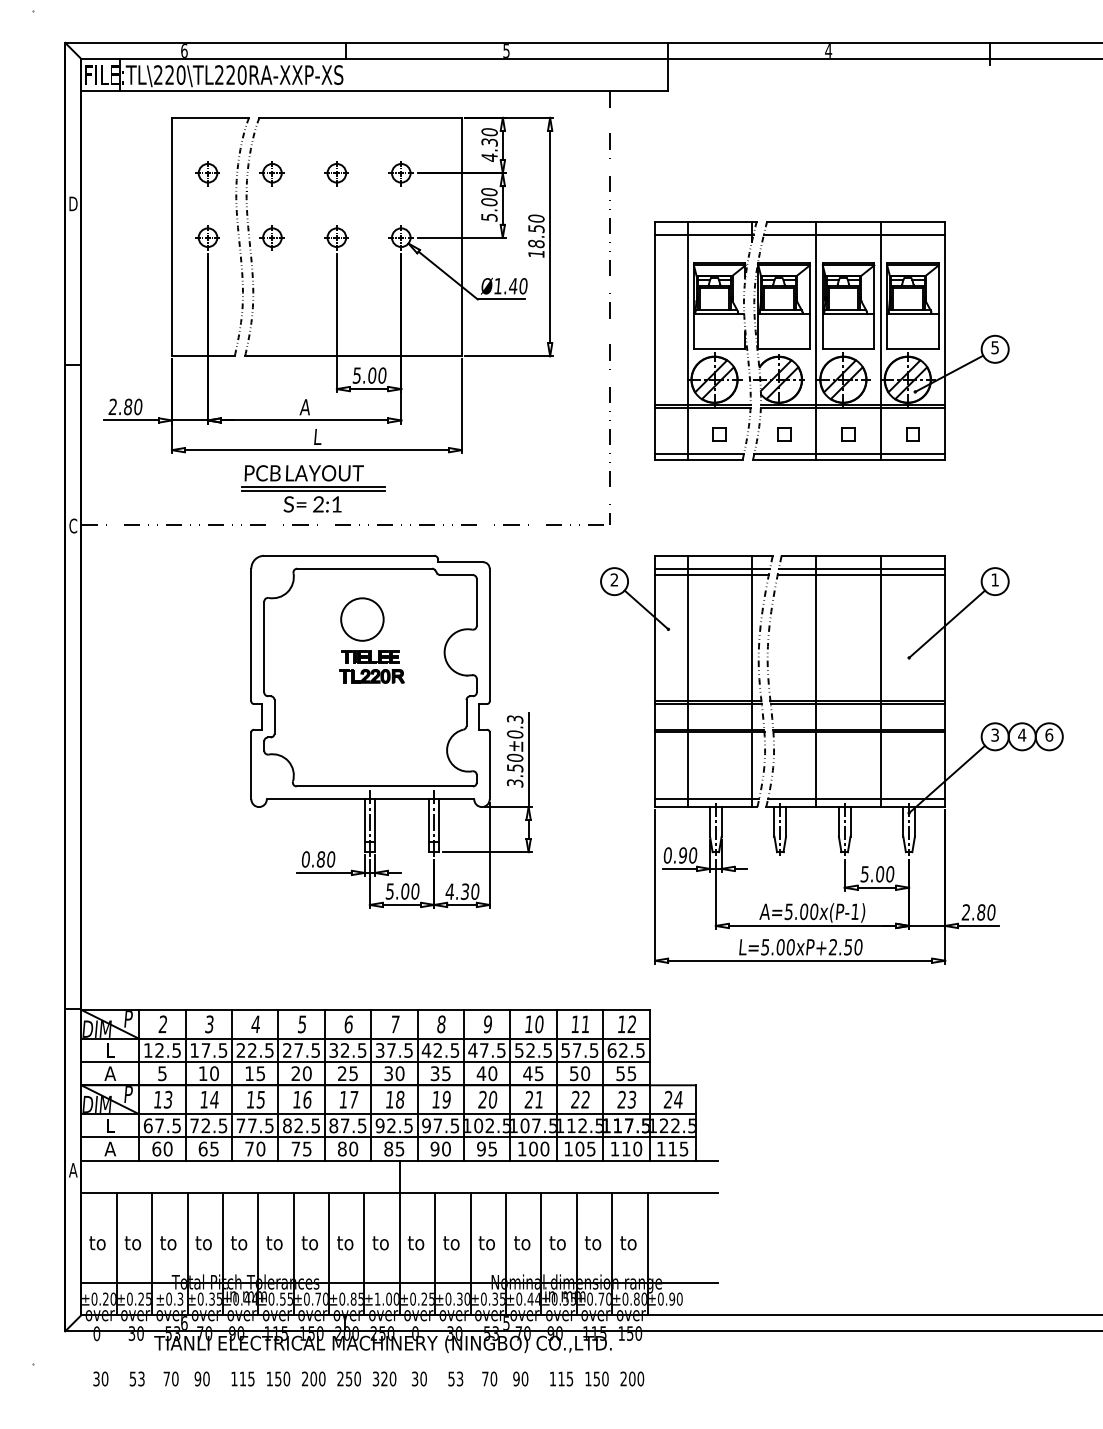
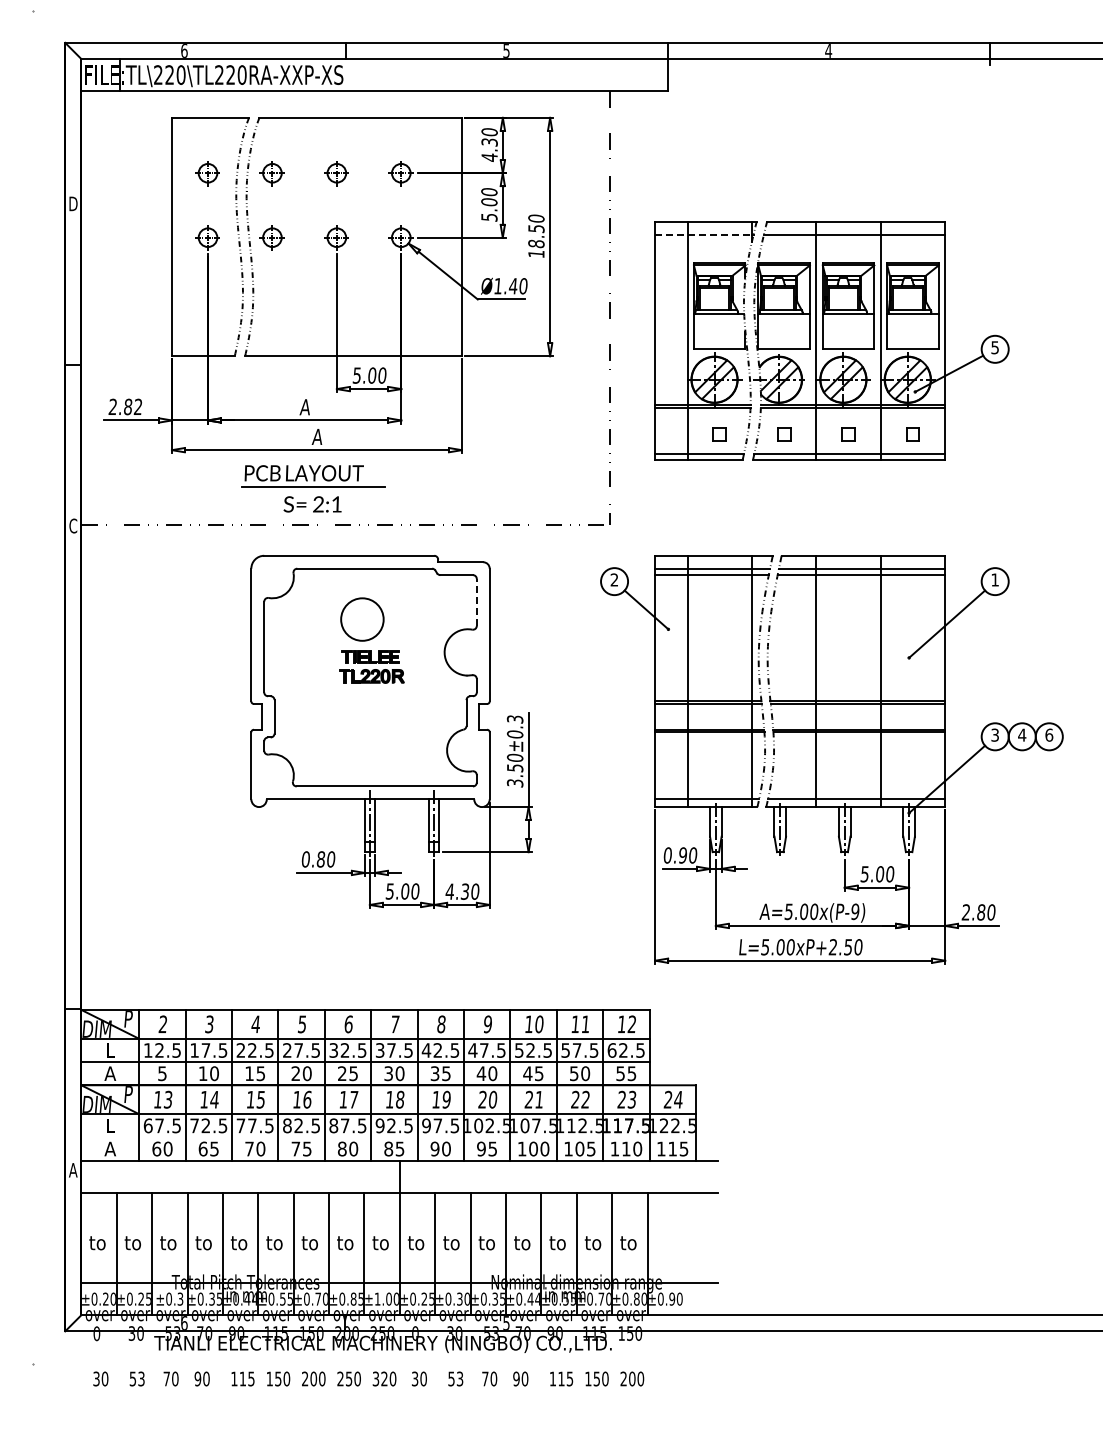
line at (704, 234): solid -> dashed
text at (137, 406): 2.80 -> 2.82
text at (316, 436): L -> A
line at (313, 490): present -> none
line at (476, 601): solid -> dashed
text at (855, 911): A=5.00x(P-1) -> A=5.00x(P-9)
line at (388, 1137): present -> none
